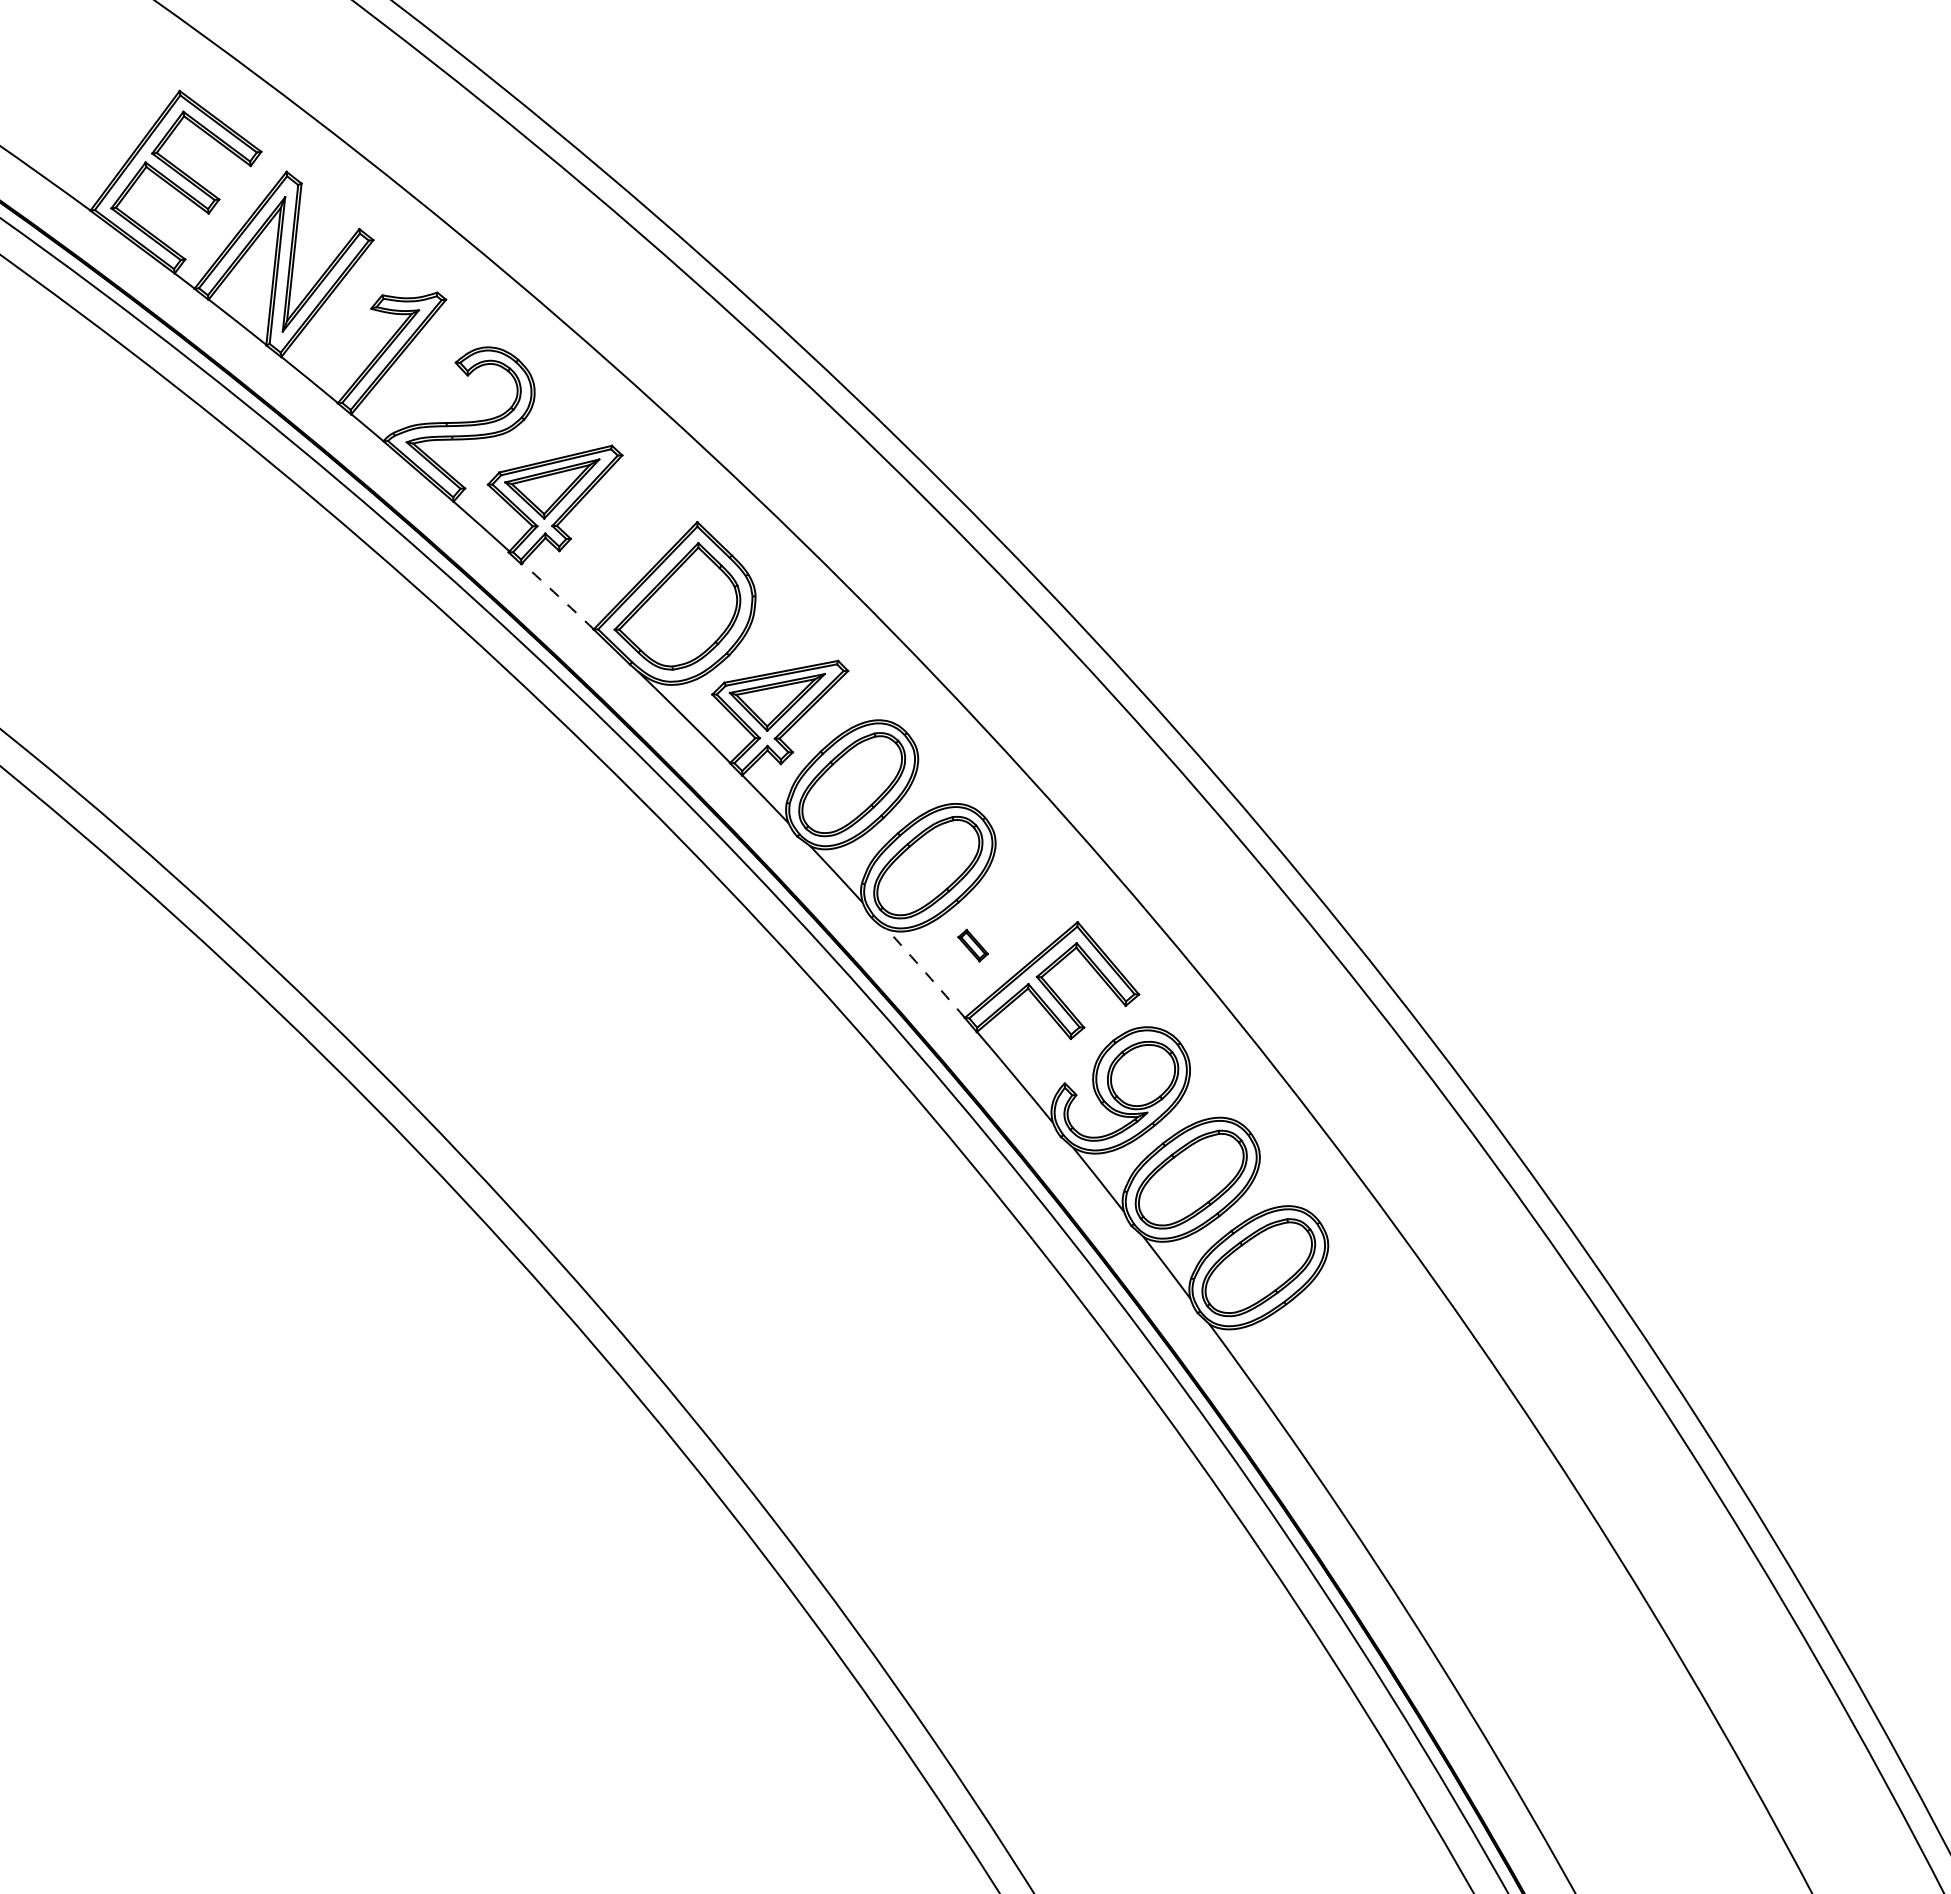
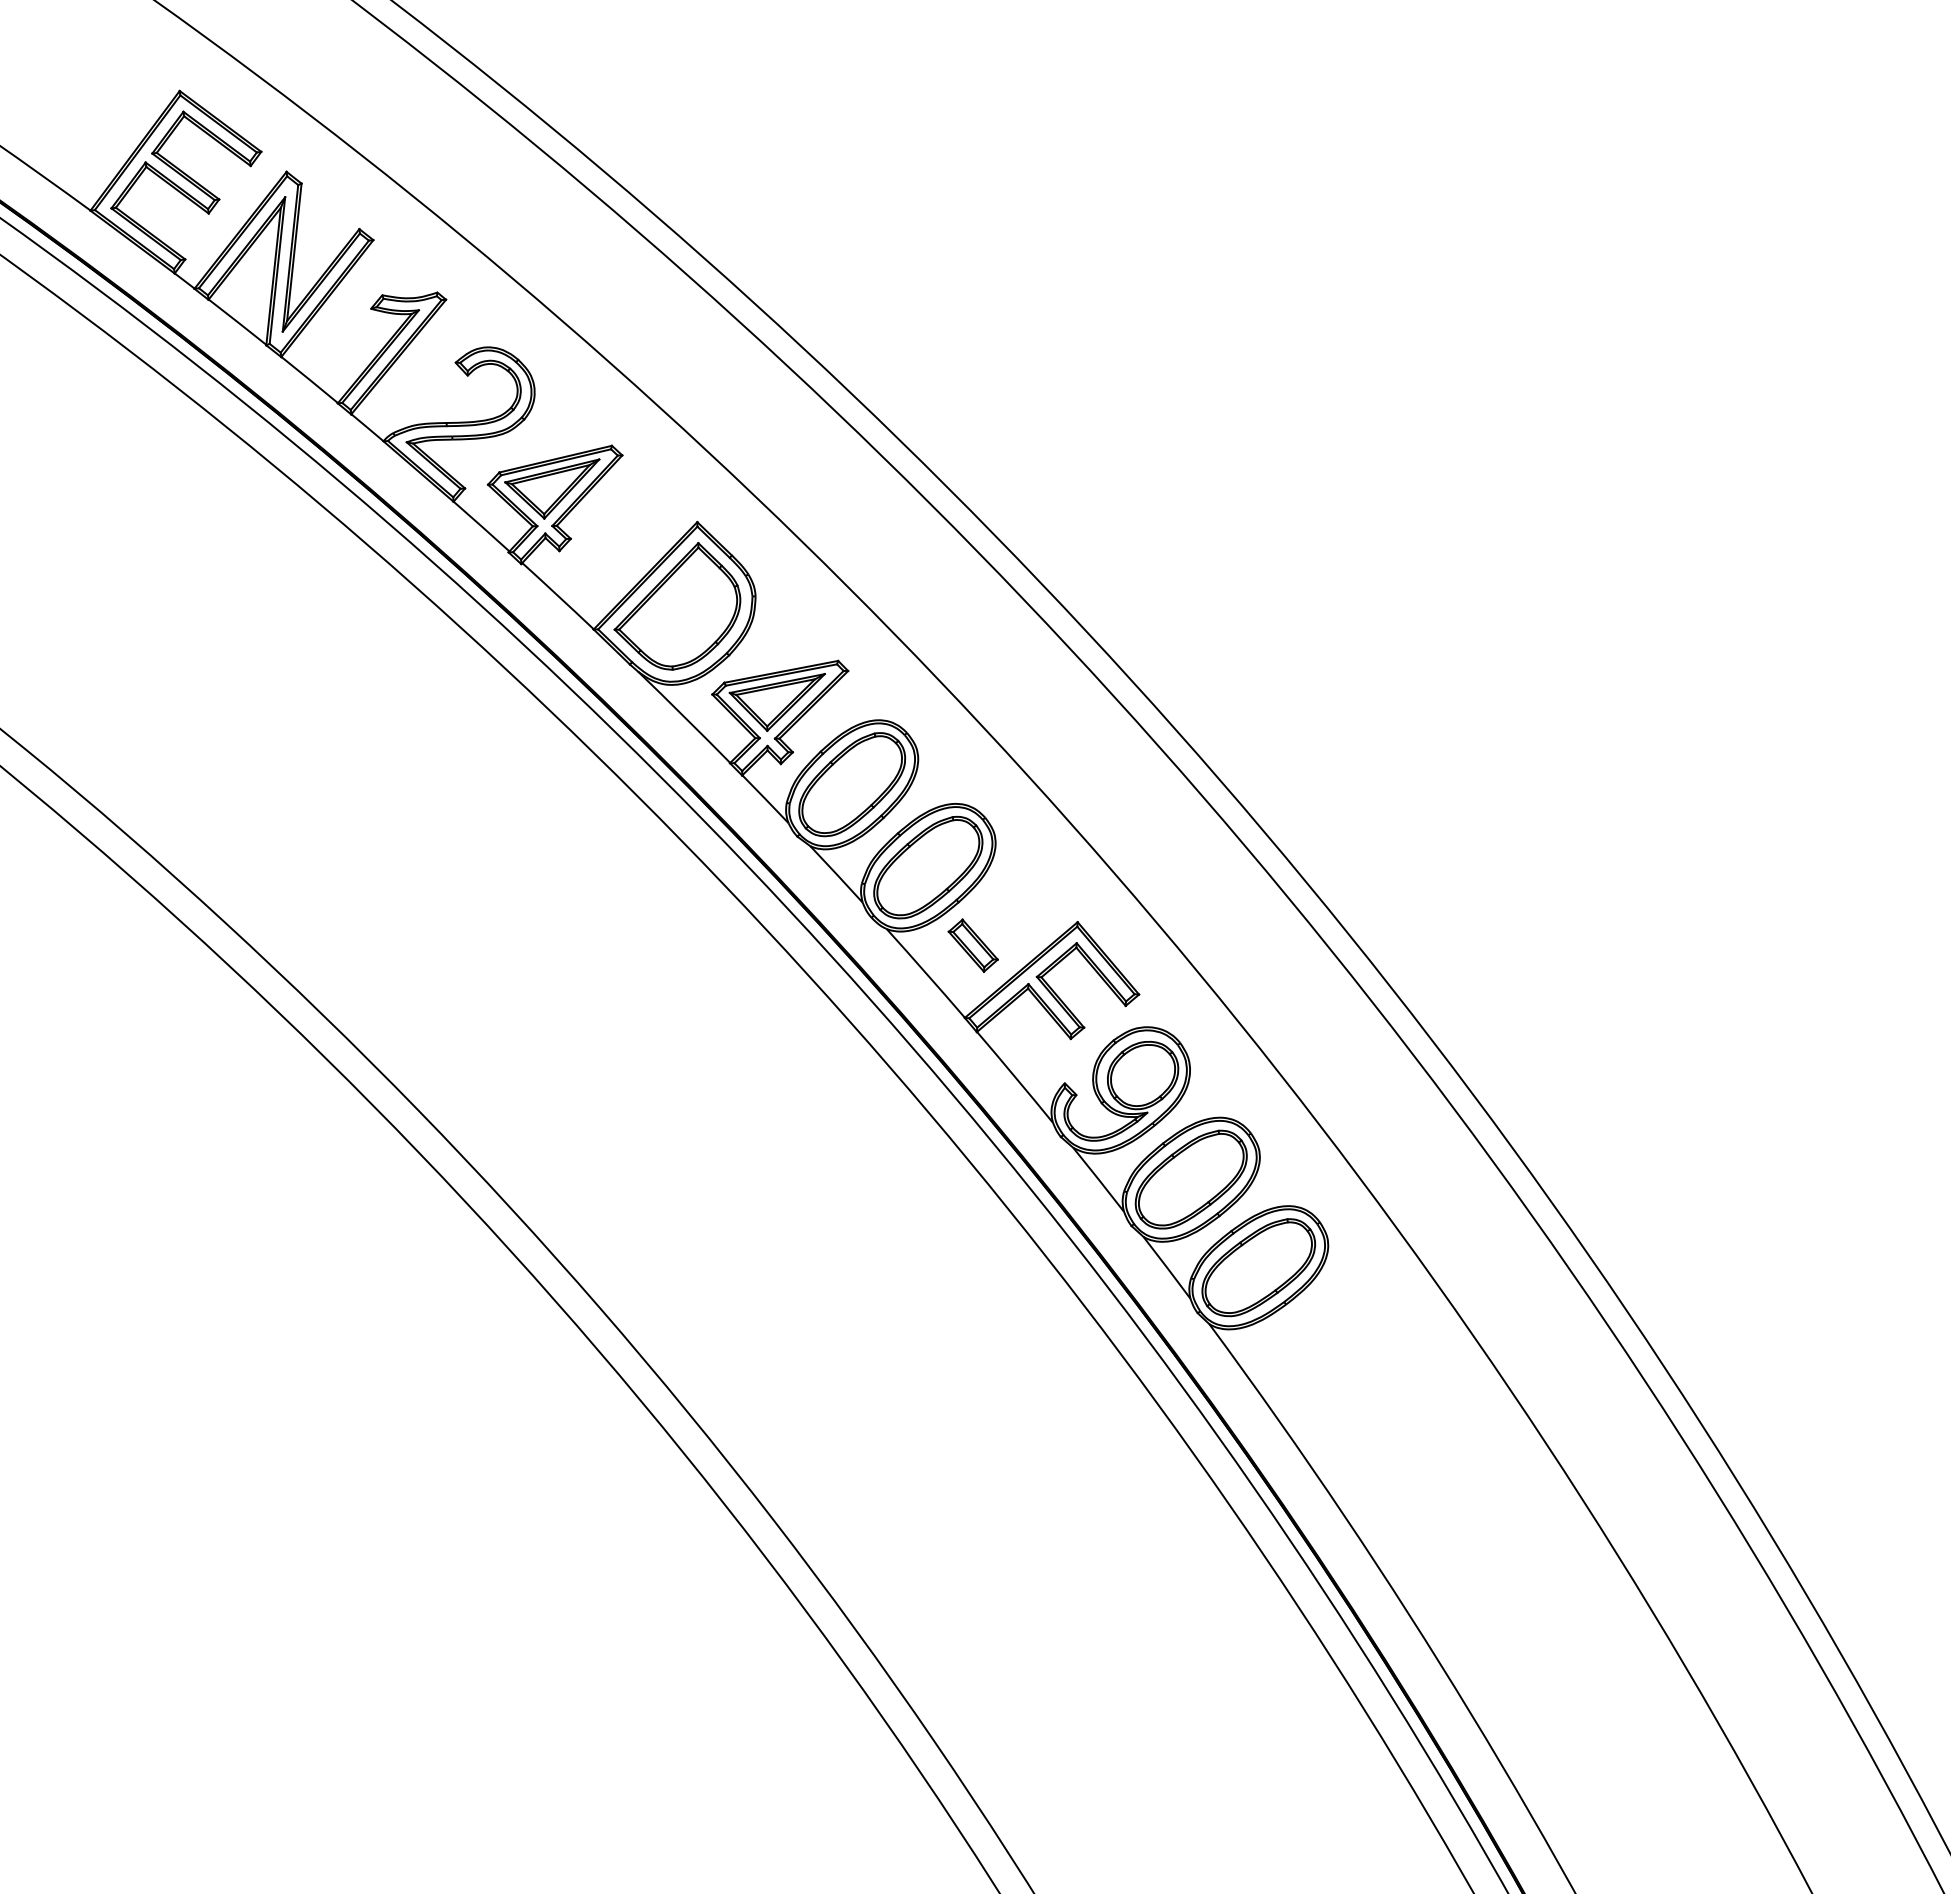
arc at (558, 596): dashed -> solid
part at (972, 945) size: 32x35 px -> 52x55 px
arc at (926, 973): dashed -> solid
